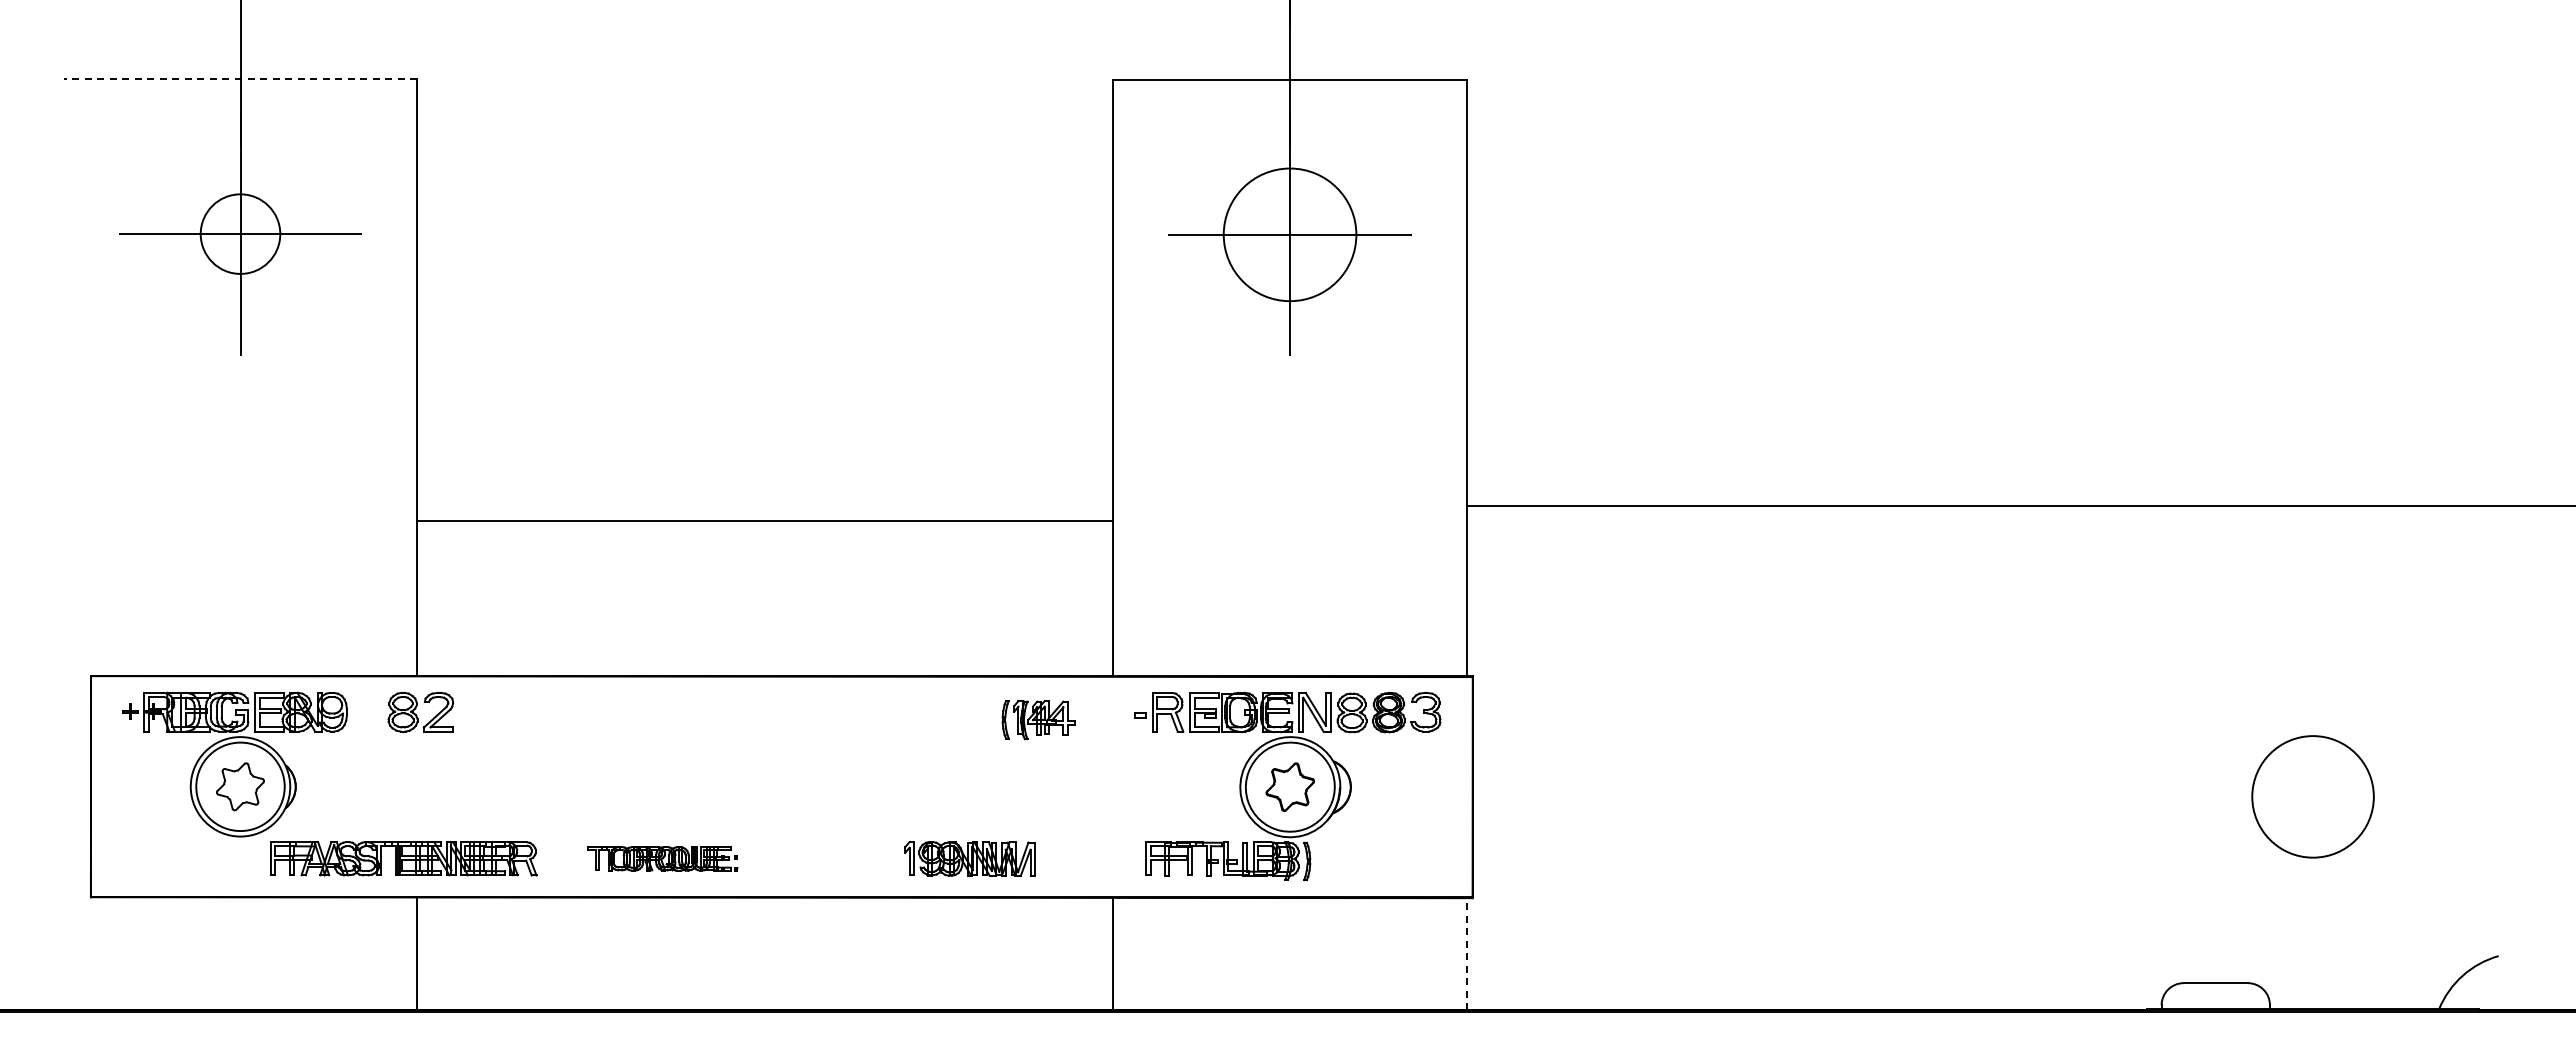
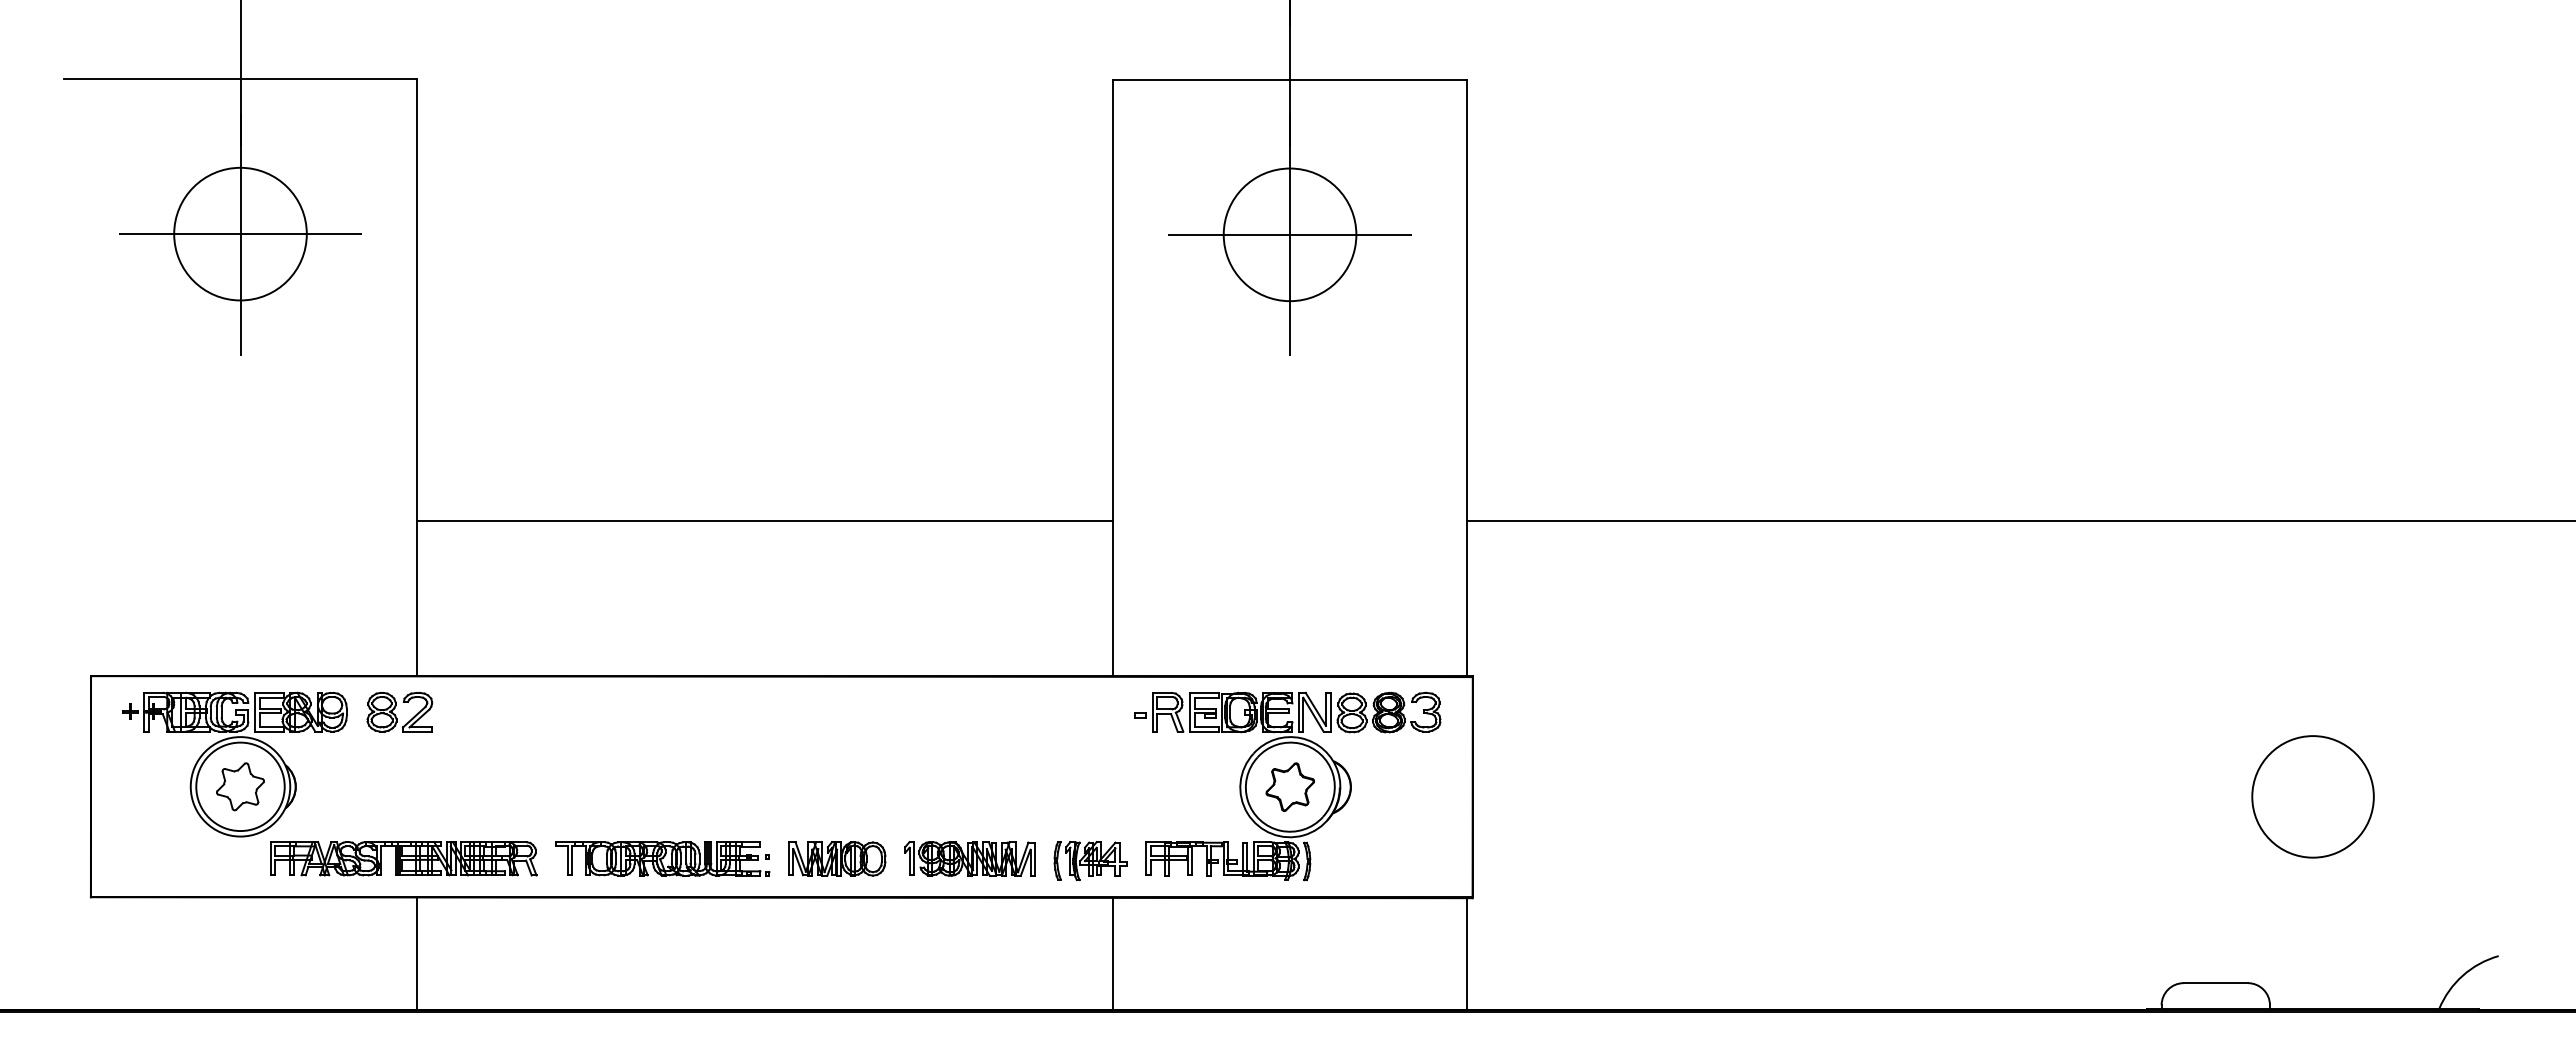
line at (240, 79): dashed -> solid
circle at (240, 233) diameter: 80 px -> 133 px
line at (2019, 505) position: (2019, 505) -> (2019, 520)
part at (420, 711) position: (420, 711) -> (399, 711)
part at (1038, 720) position: (1038, 720) -> (1090, 861)
part at (662, 858) size: 152x26 px -> 216x36 px
part at (837, 858): none -> present
line at (1466, 953): dashed -> solid
